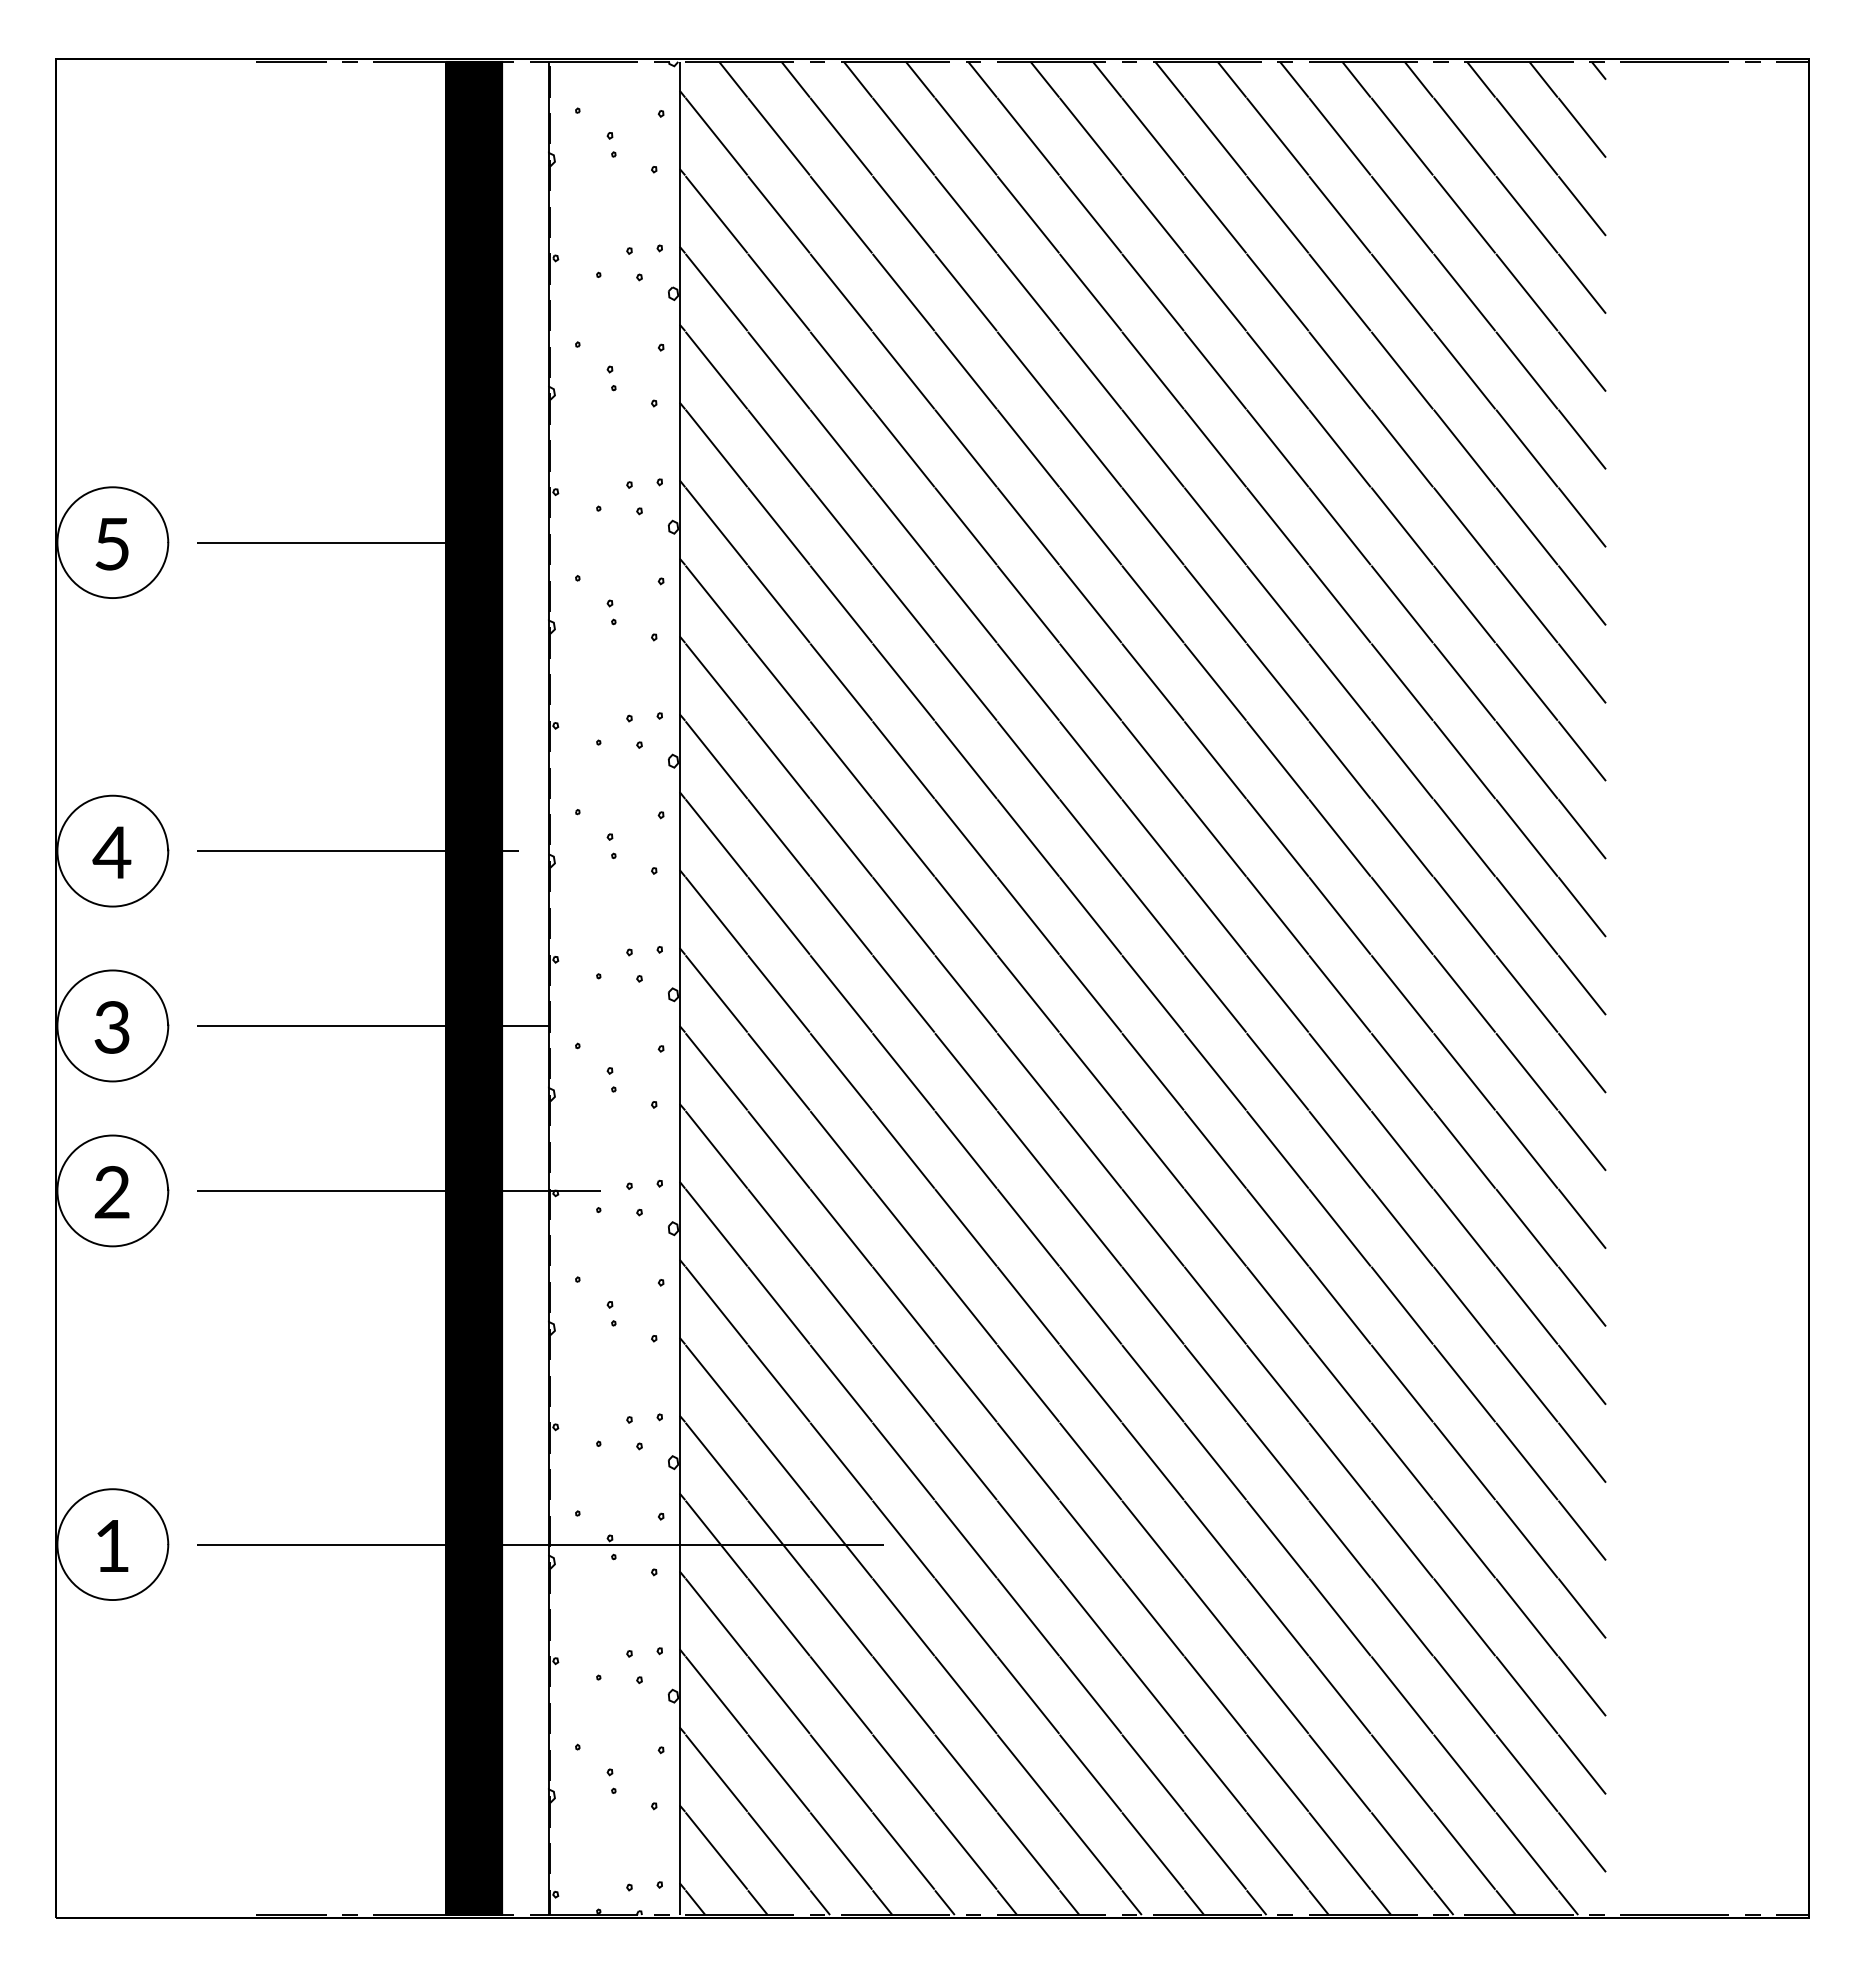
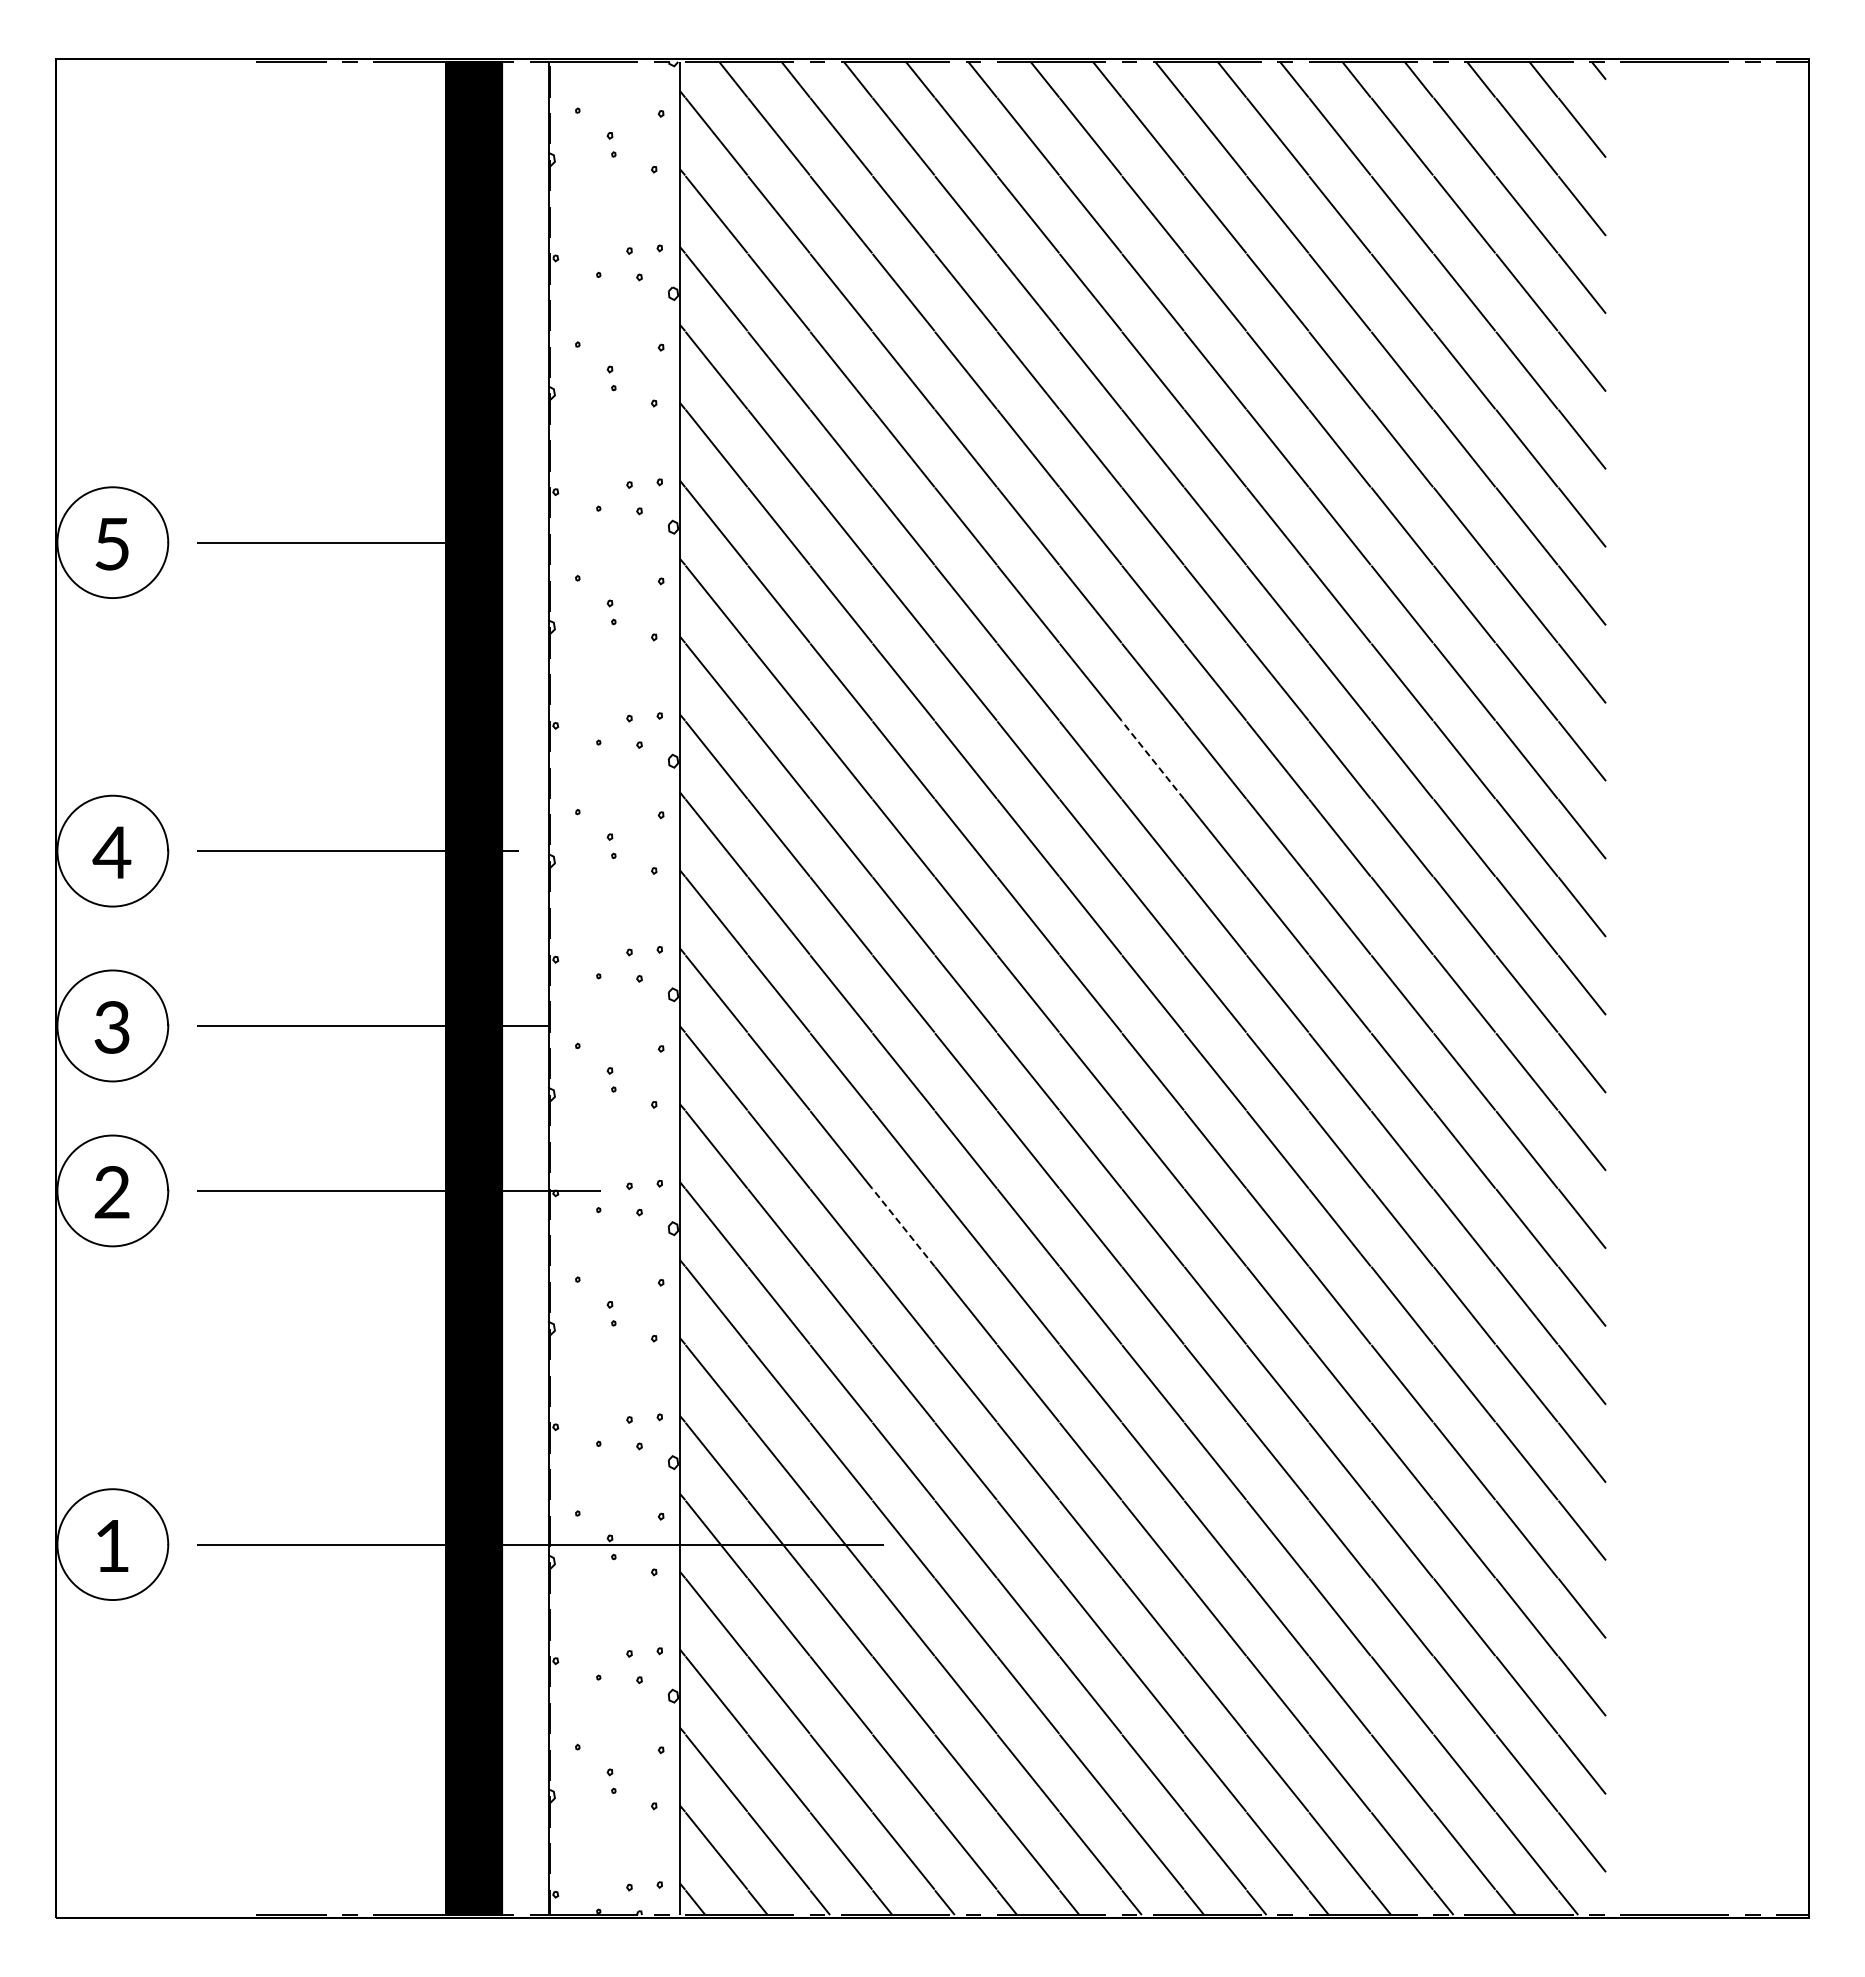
line at (1153, 760): solid -> dashed
line at (903, 1227): solid -> dashed
